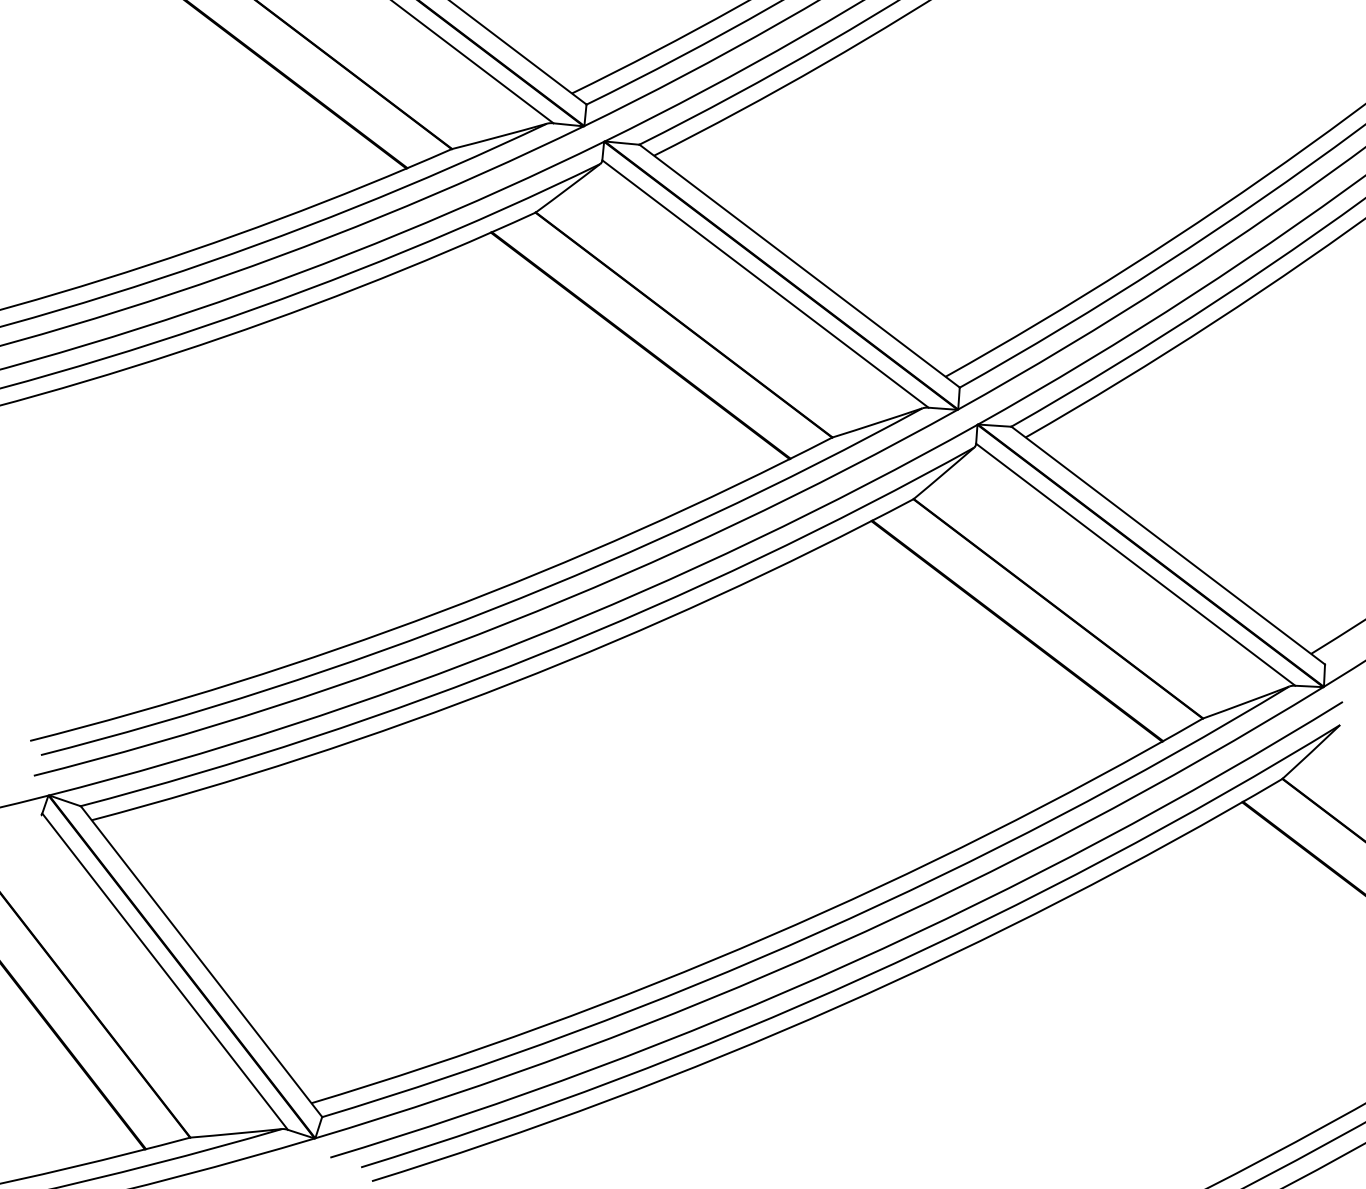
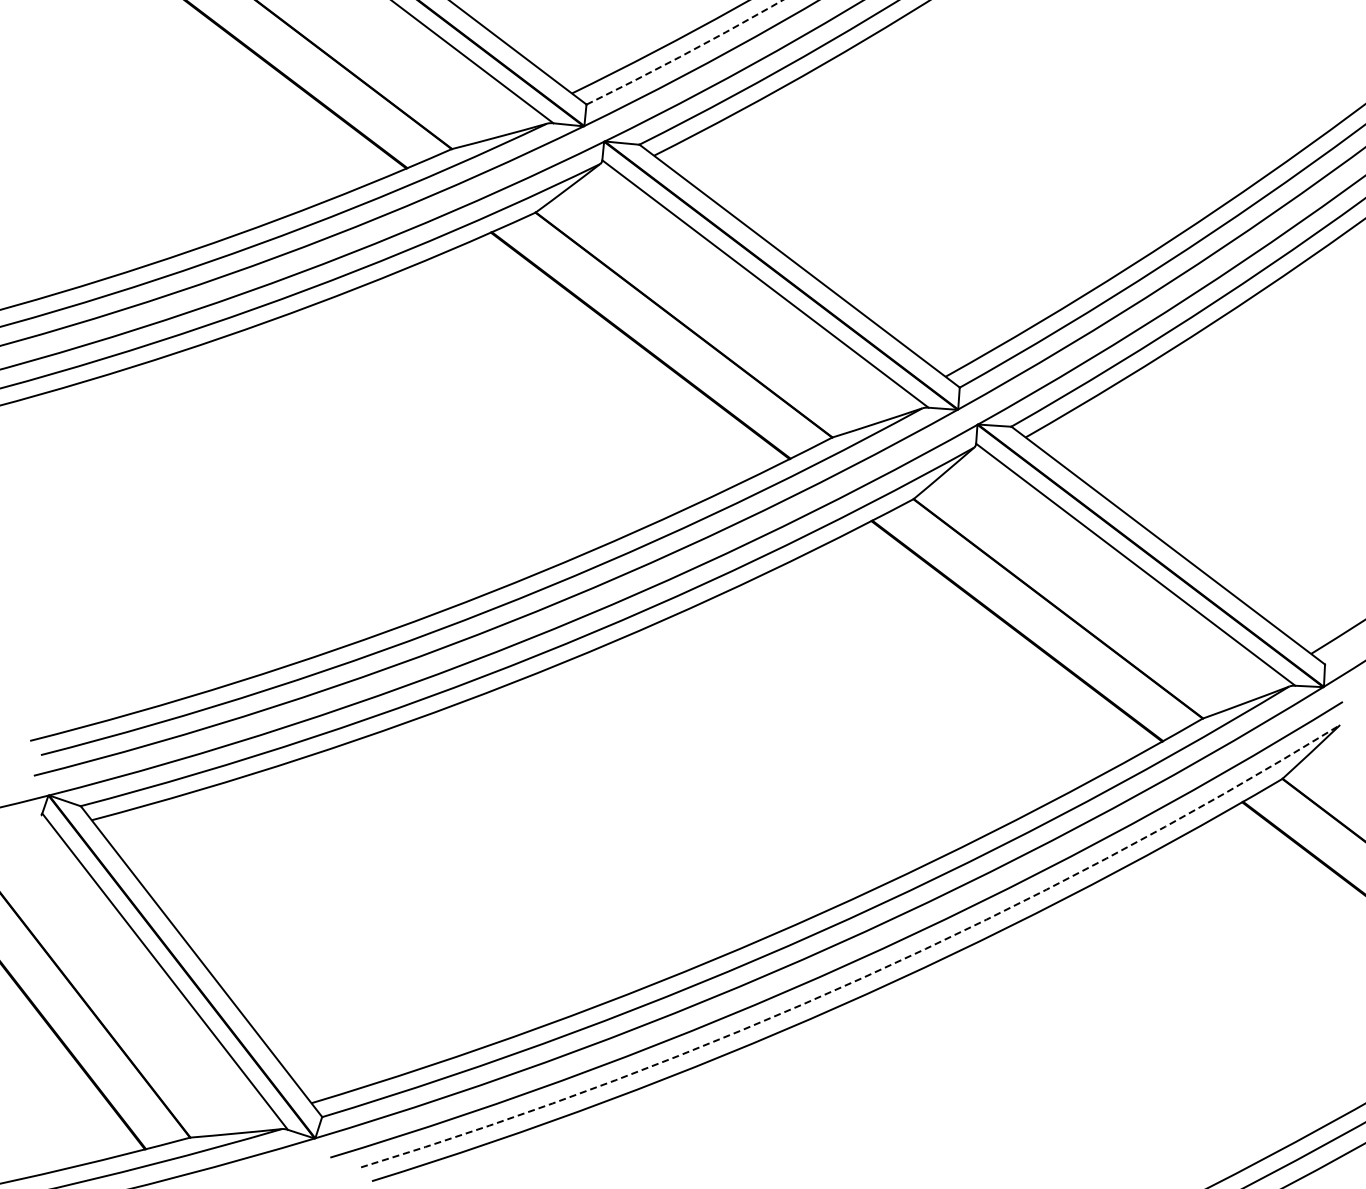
arc at (685, 53): solid -> dashed
arc at (864, 977): solid -> dashed
